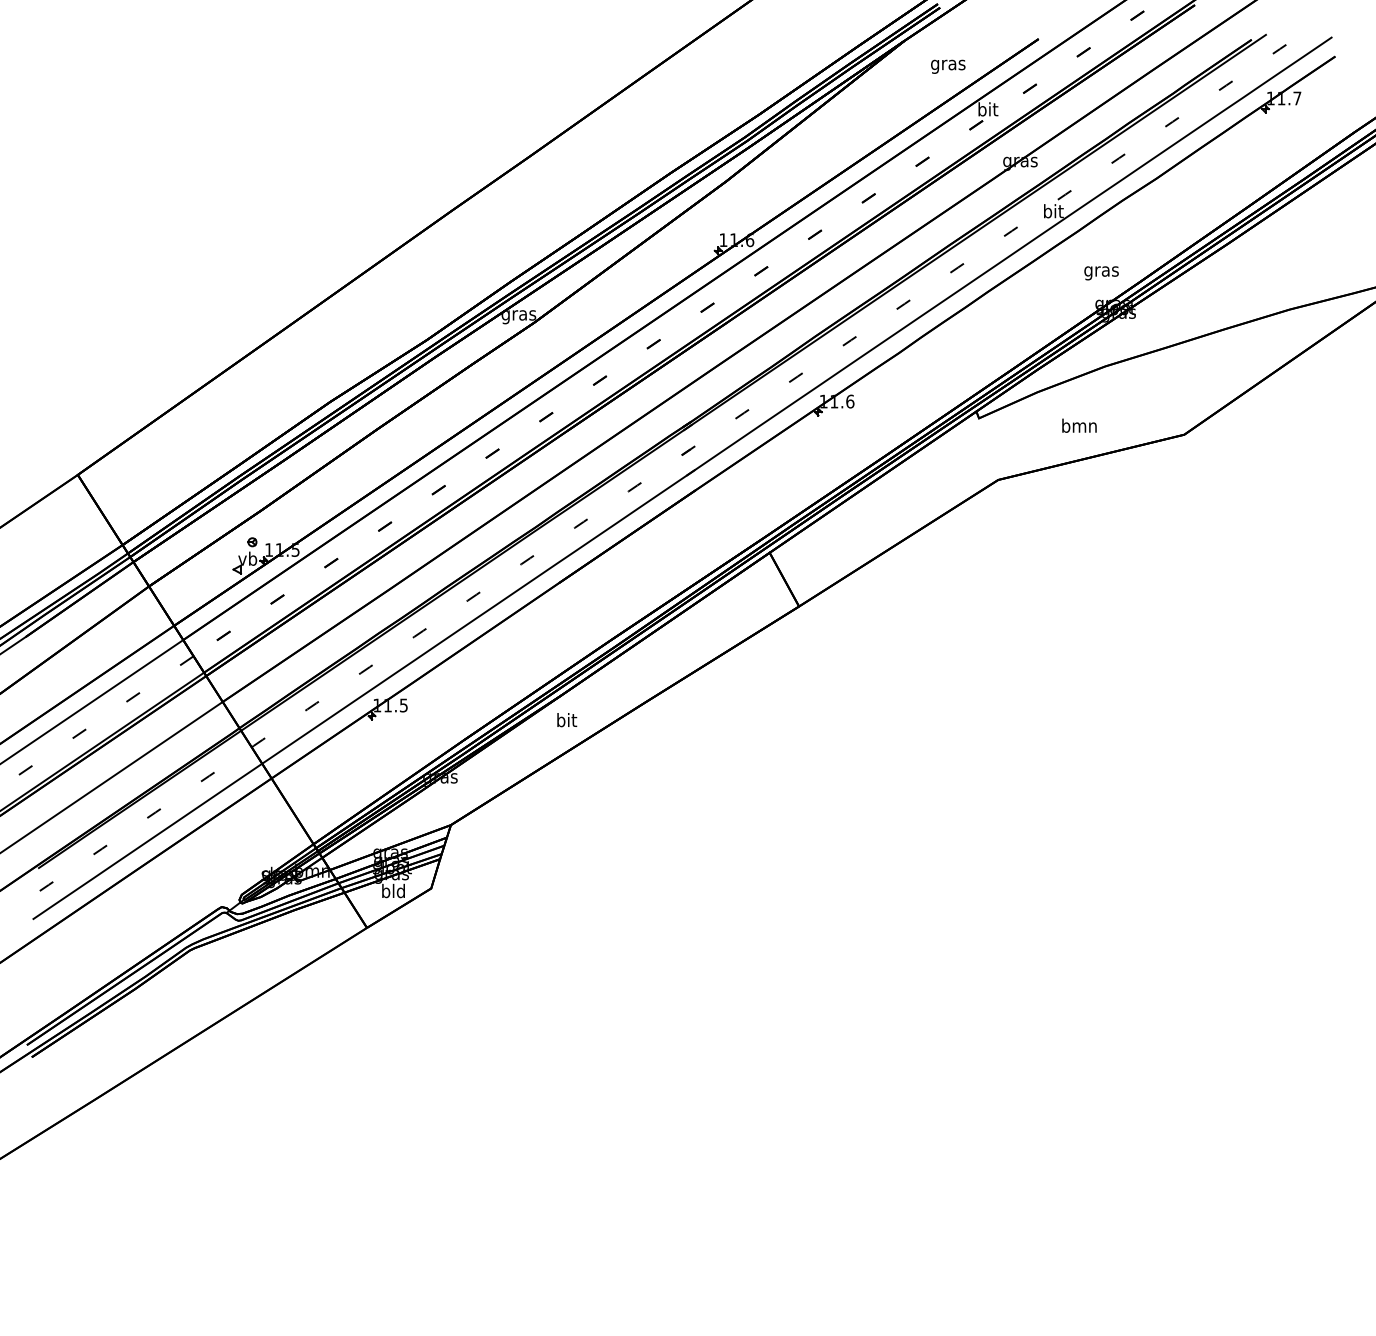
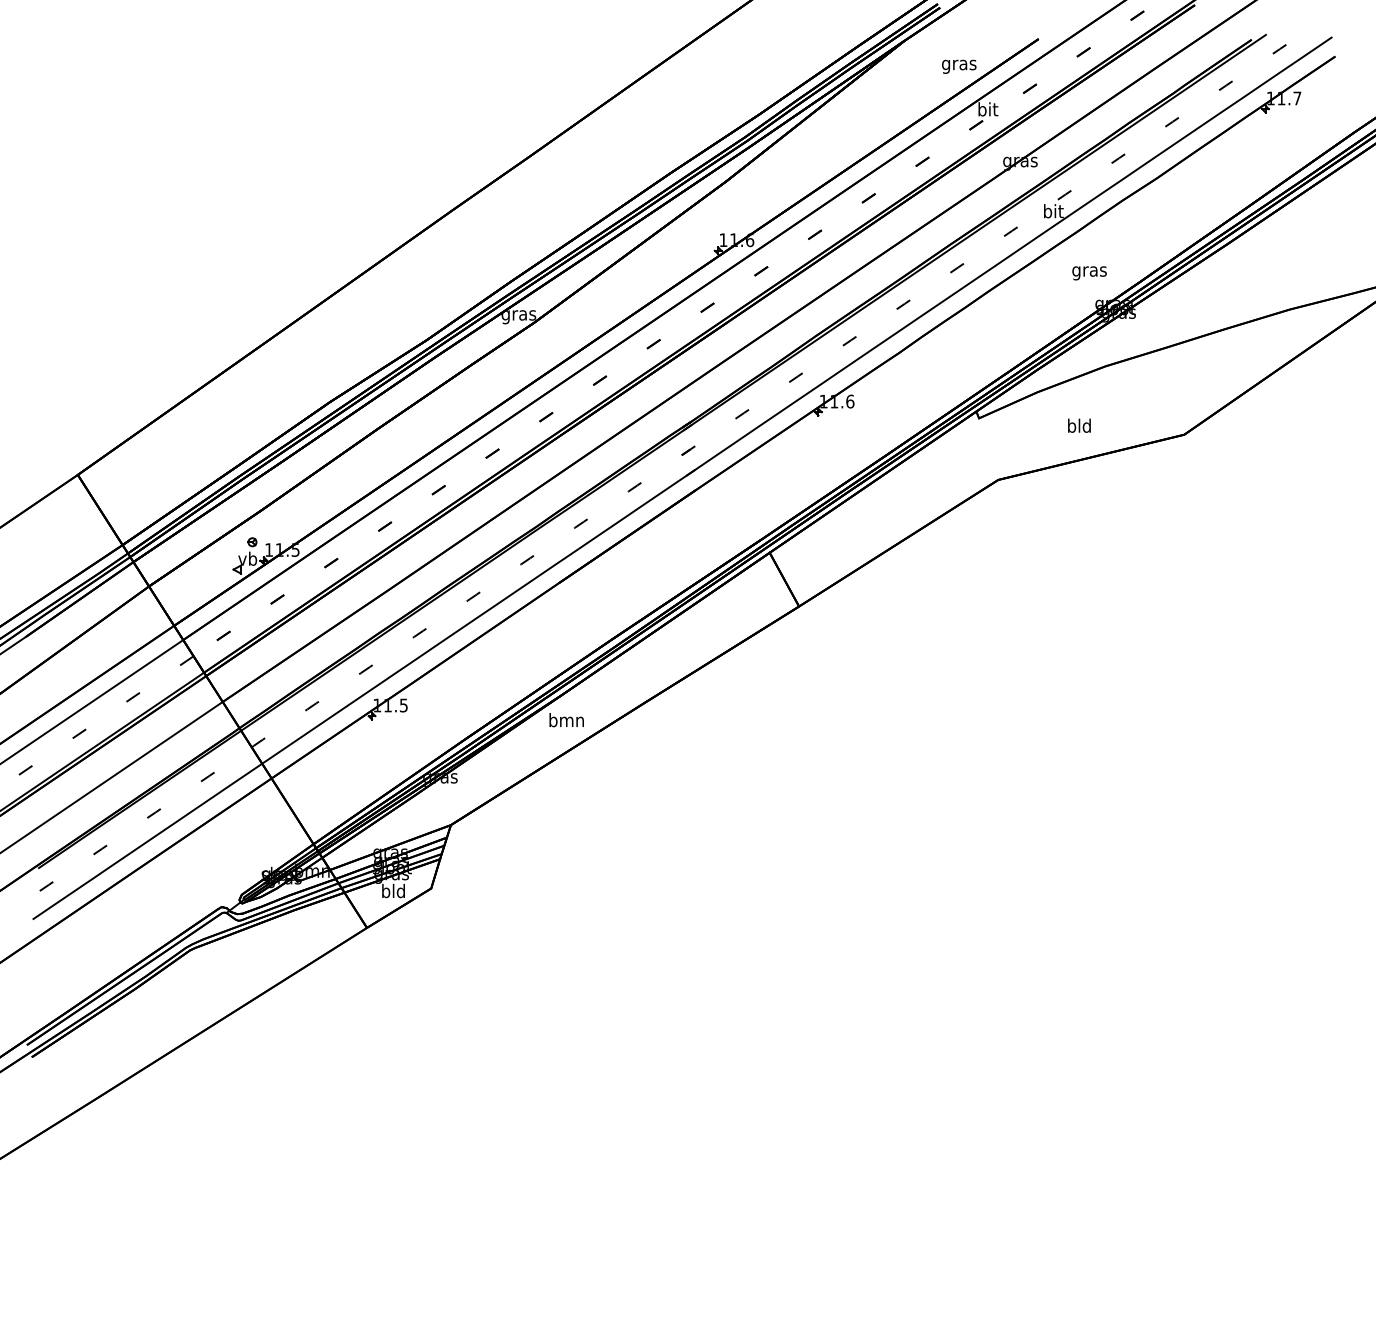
text at (948, 66) position: (948, 66) -> (959, 66)
text at (1101, 273) position: (1101, 273) -> (1089, 273)
text at (1079, 425): bmn -> bld
text at (566, 720): bit -> bmn
